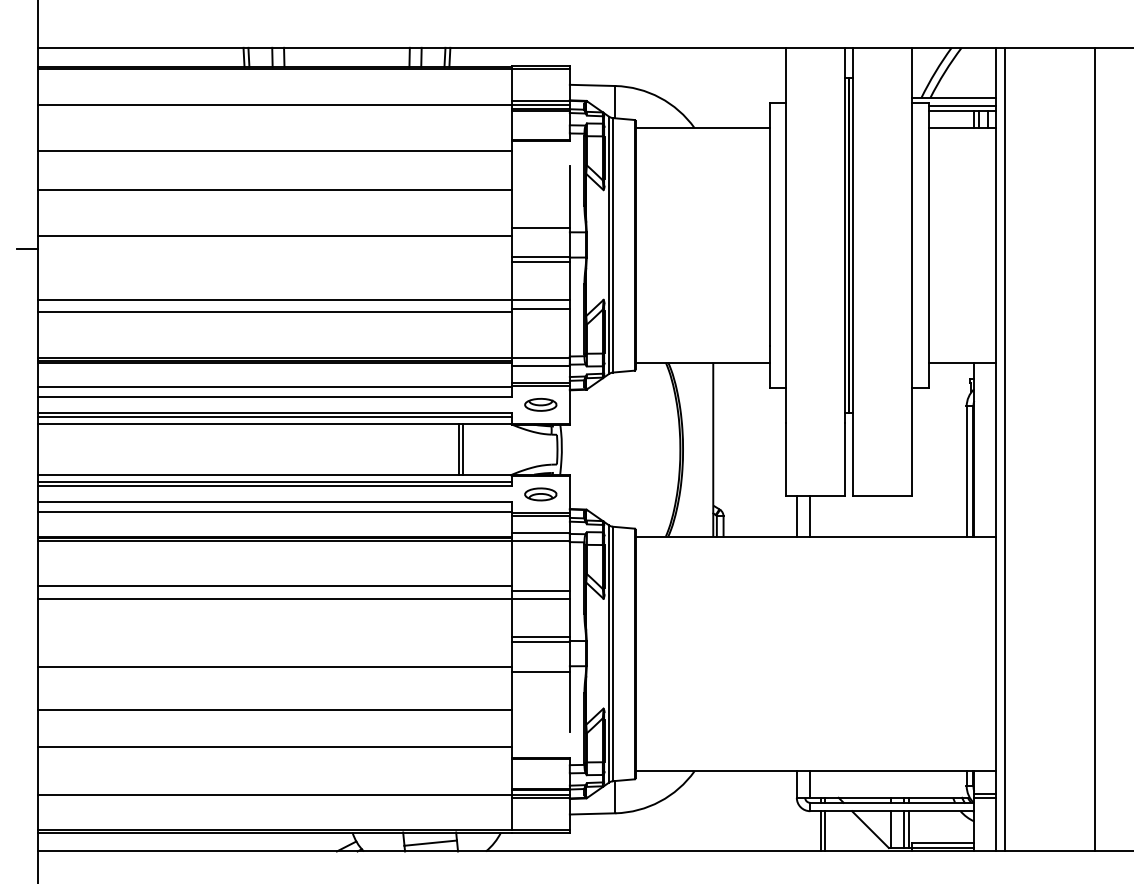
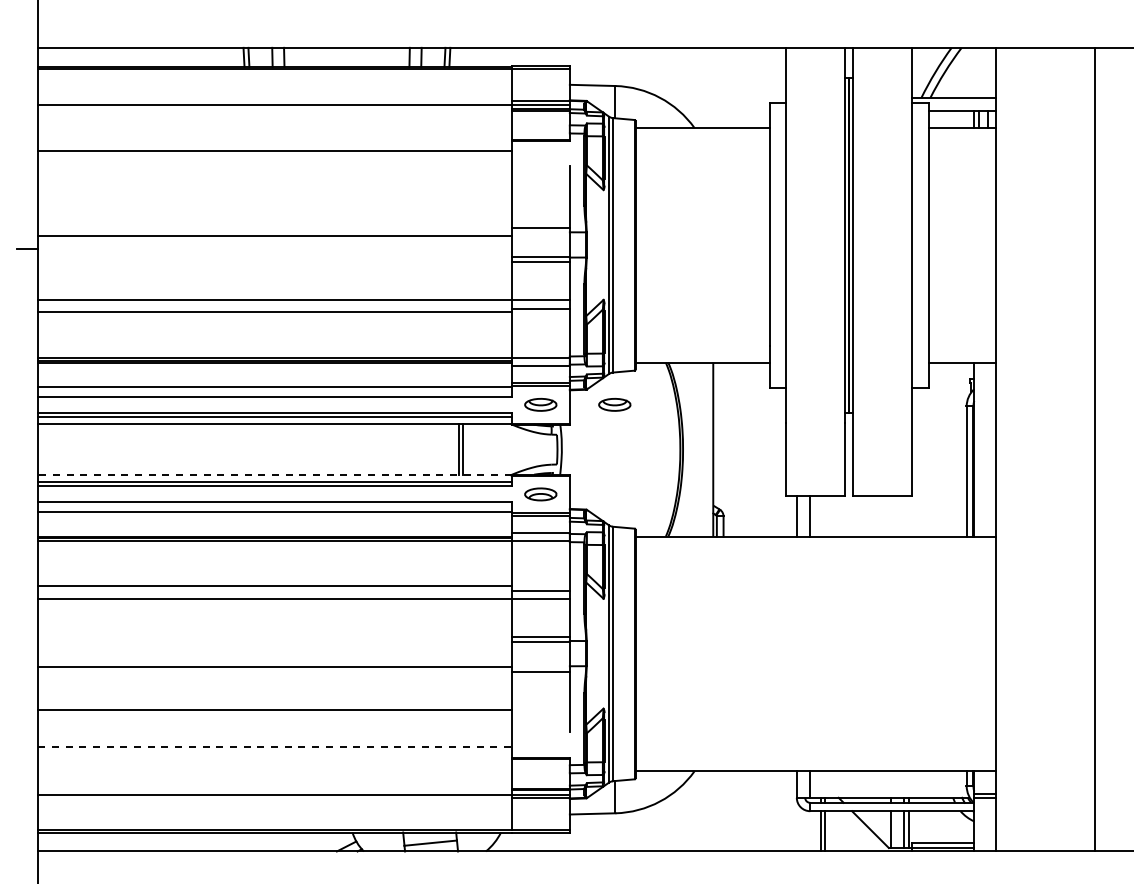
line at (961, 106): present -> none
line at (274, 189): present -> none
part at (614, 404): none -> present
line at (1004, 449): present -> none
line at (275, 475): solid -> dashed
line at (275, 746): solid -> dashed
